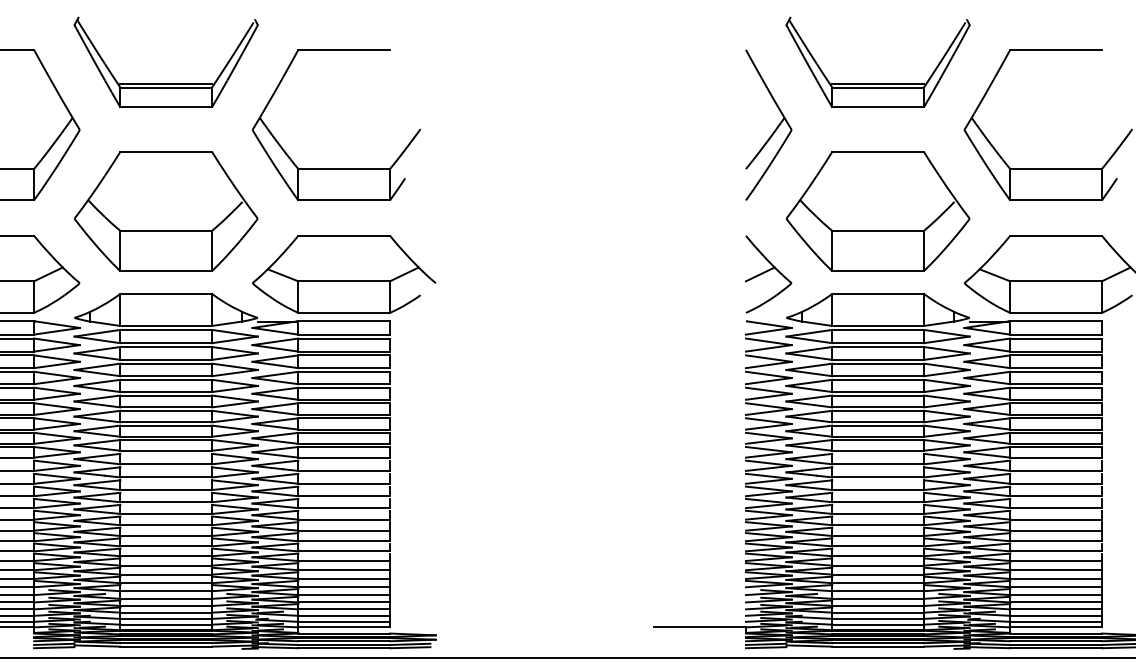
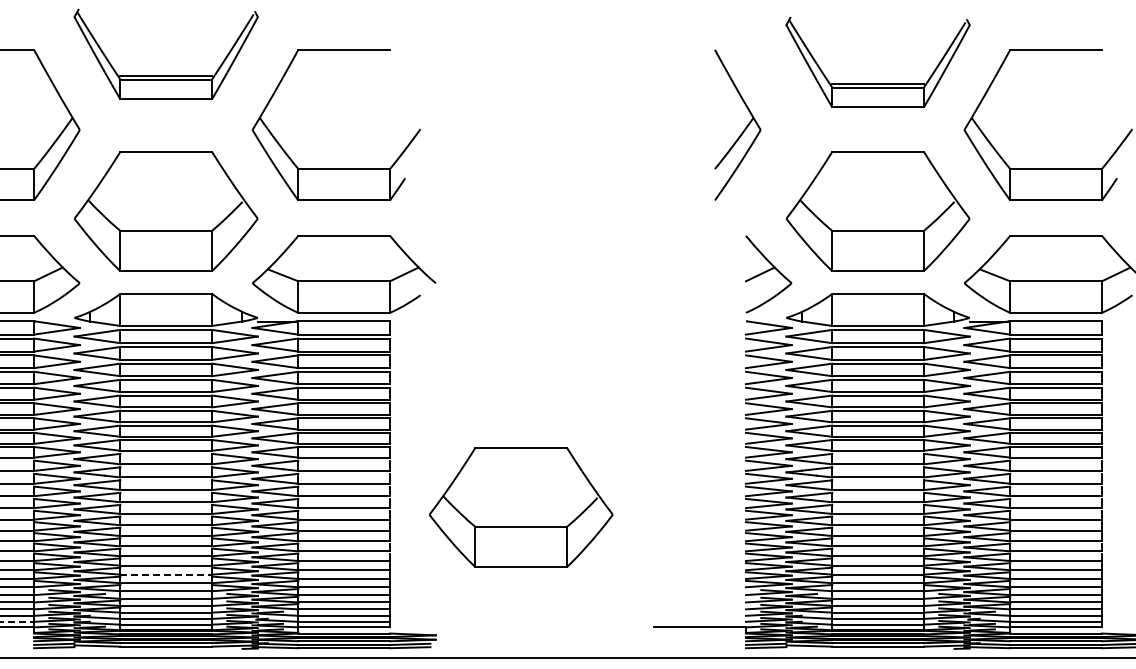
part at (165, 83) position: (165, 83) -> (165, 75)
part at (775, 128) position: (775, 128) -> (744, 128)
part at (521, 507): none -> present
line at (166, 574): solid -> dashed
line at (17, 621): solid -> dashed
